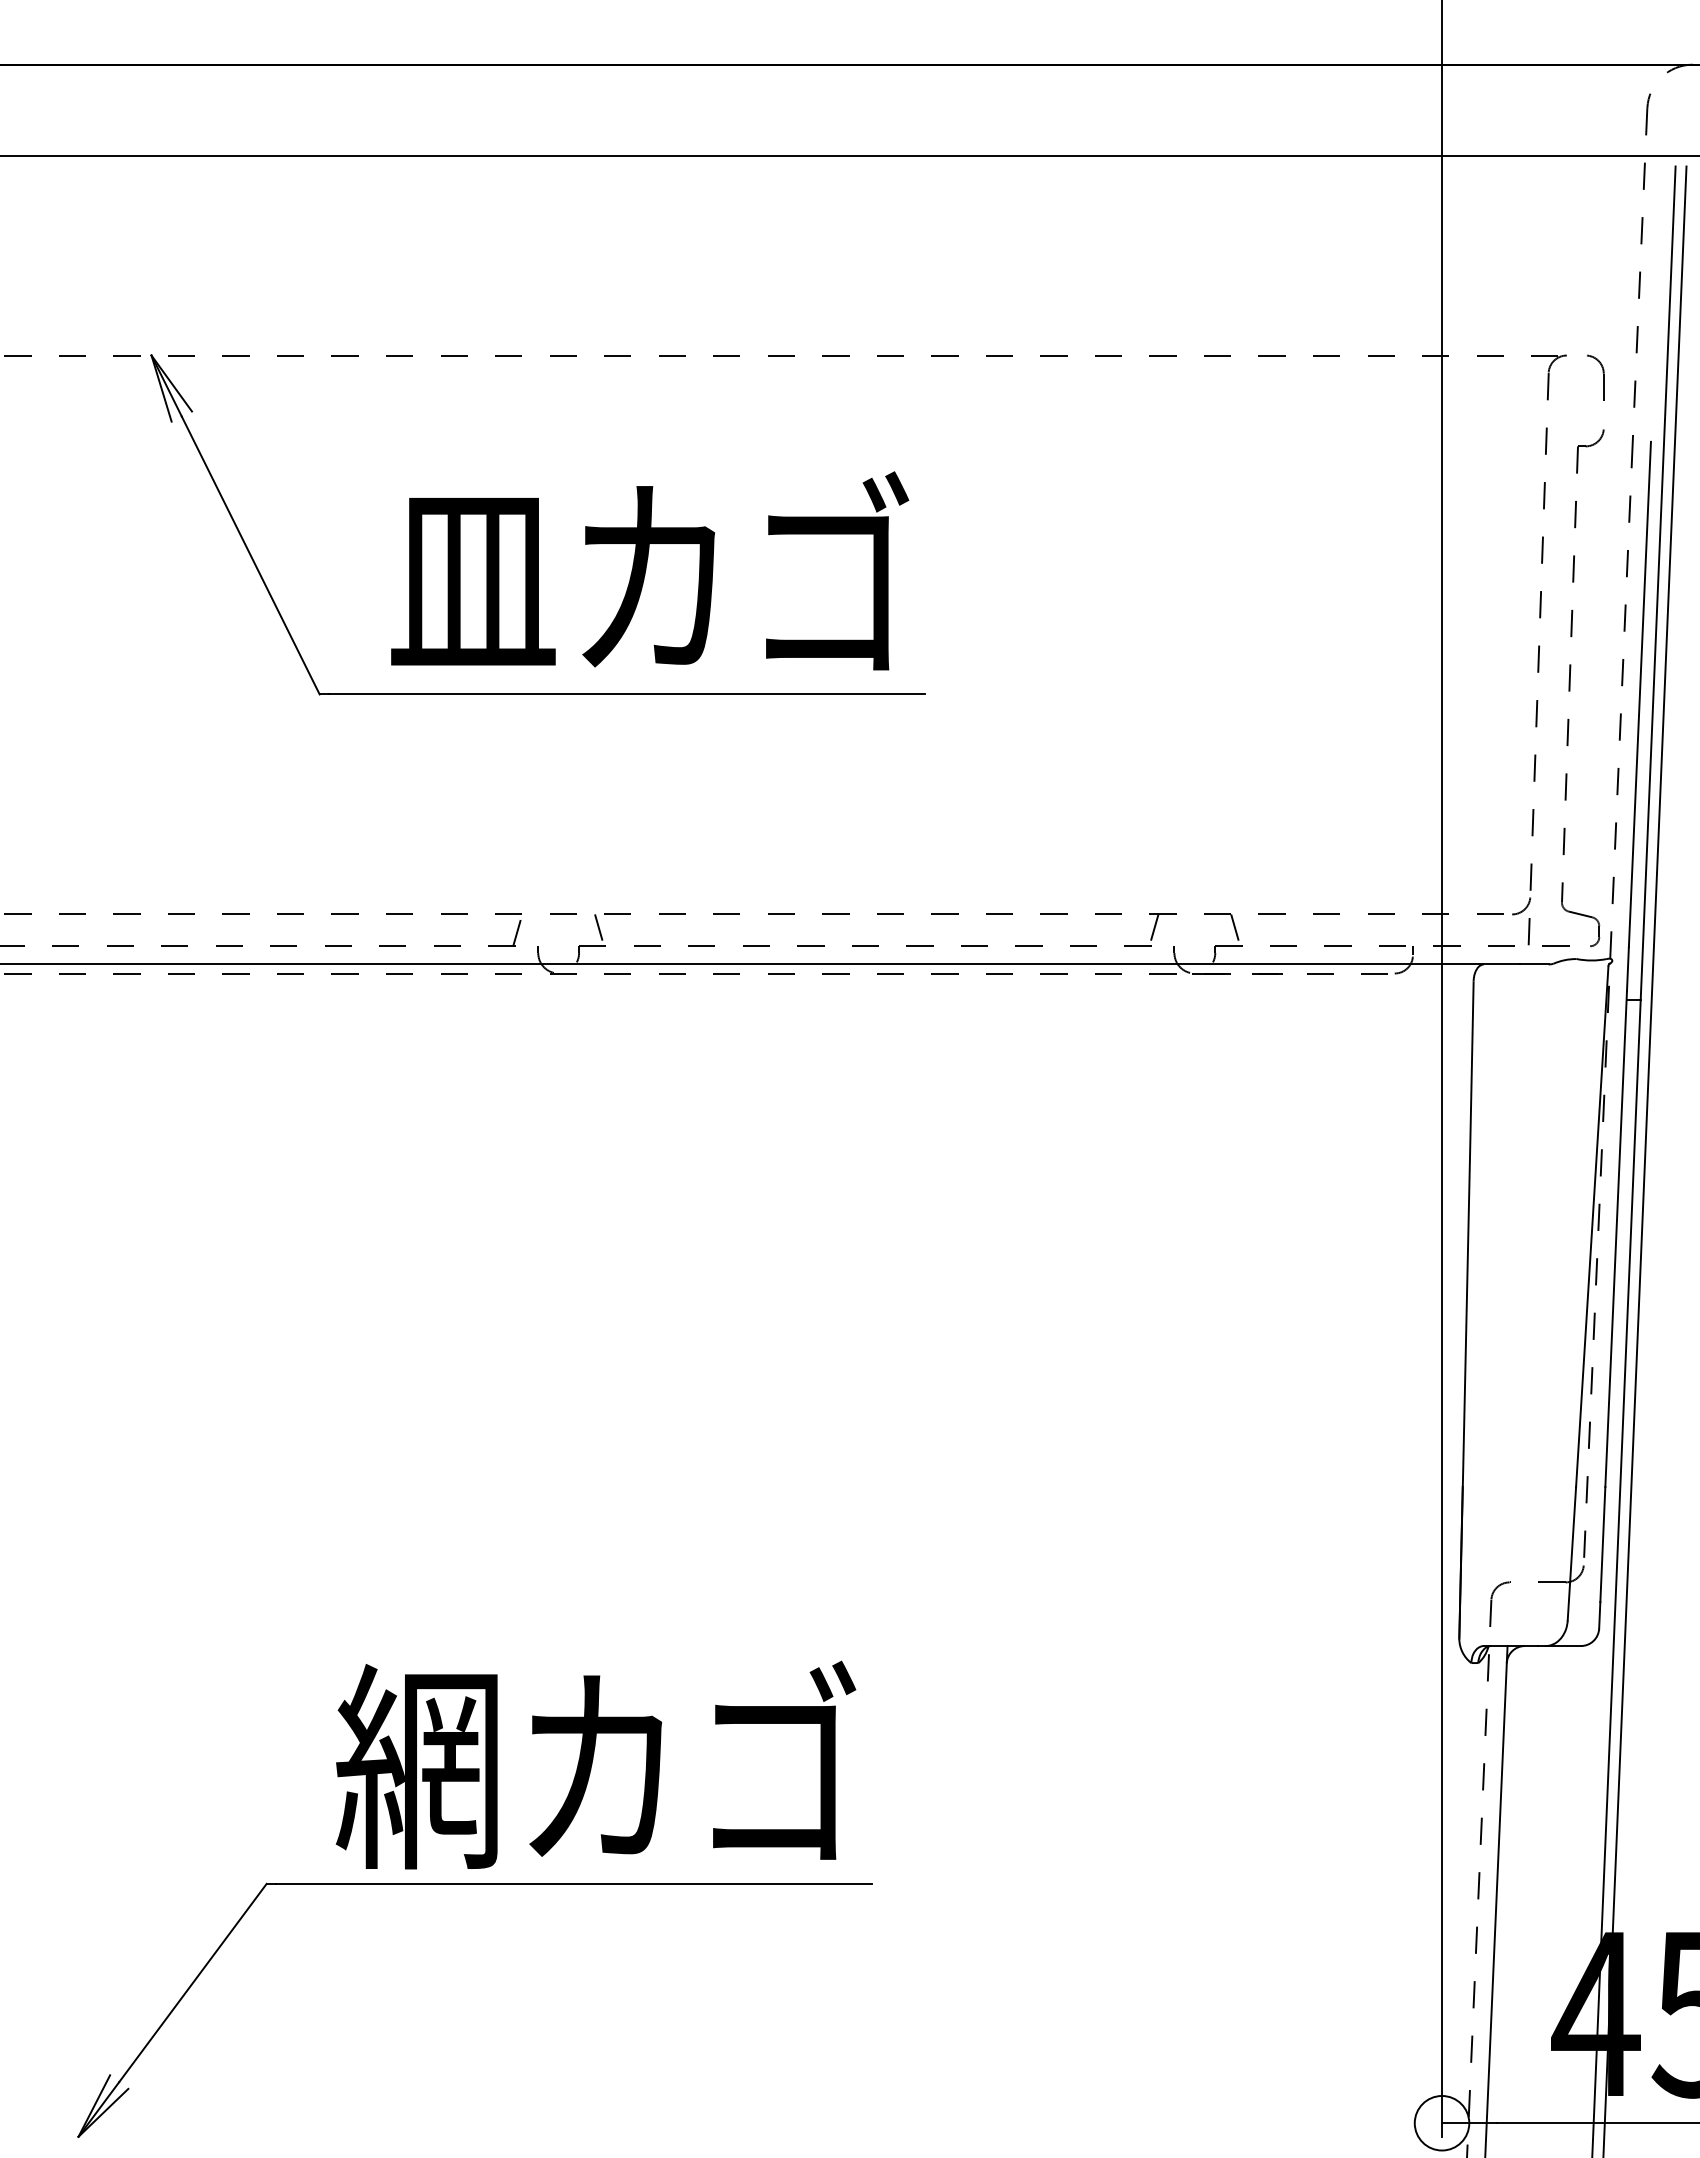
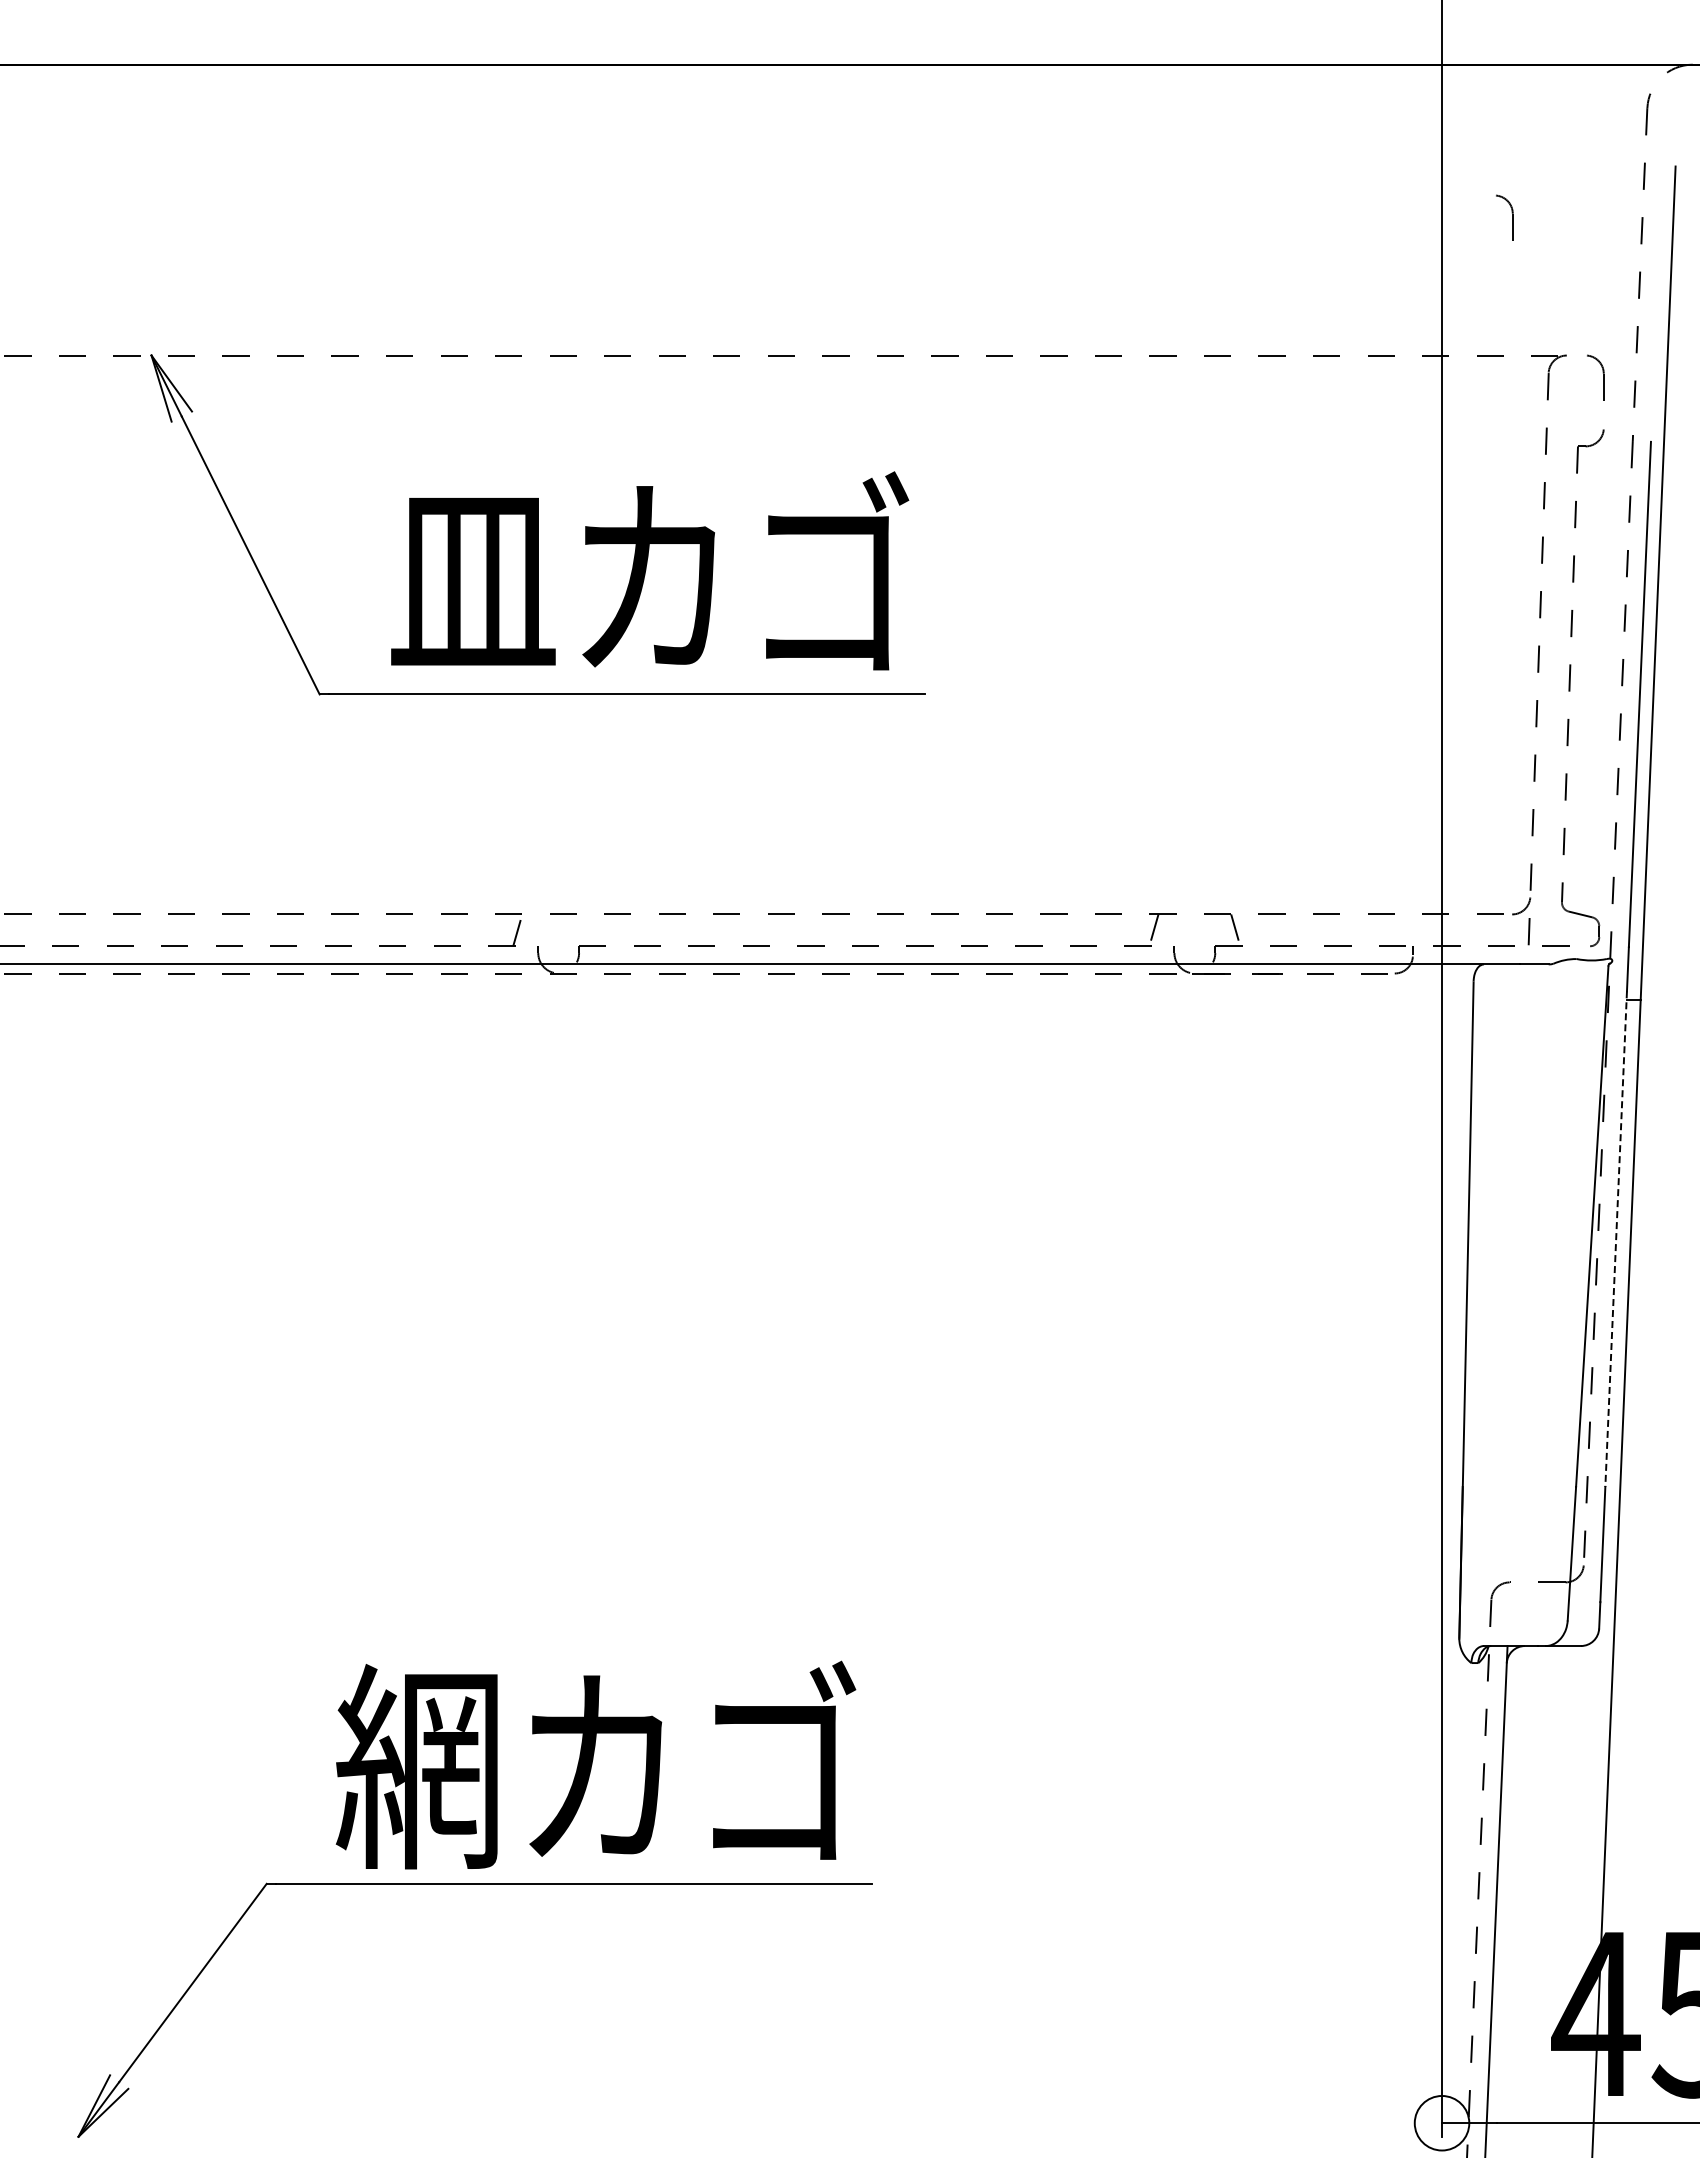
line at (849, 155): present -> none
part at (1512, 217): none -> present
line at (599, 930): present -> none
line at (1644, 1160): present -> none
line at (1616, 1239): solid -> dashed
